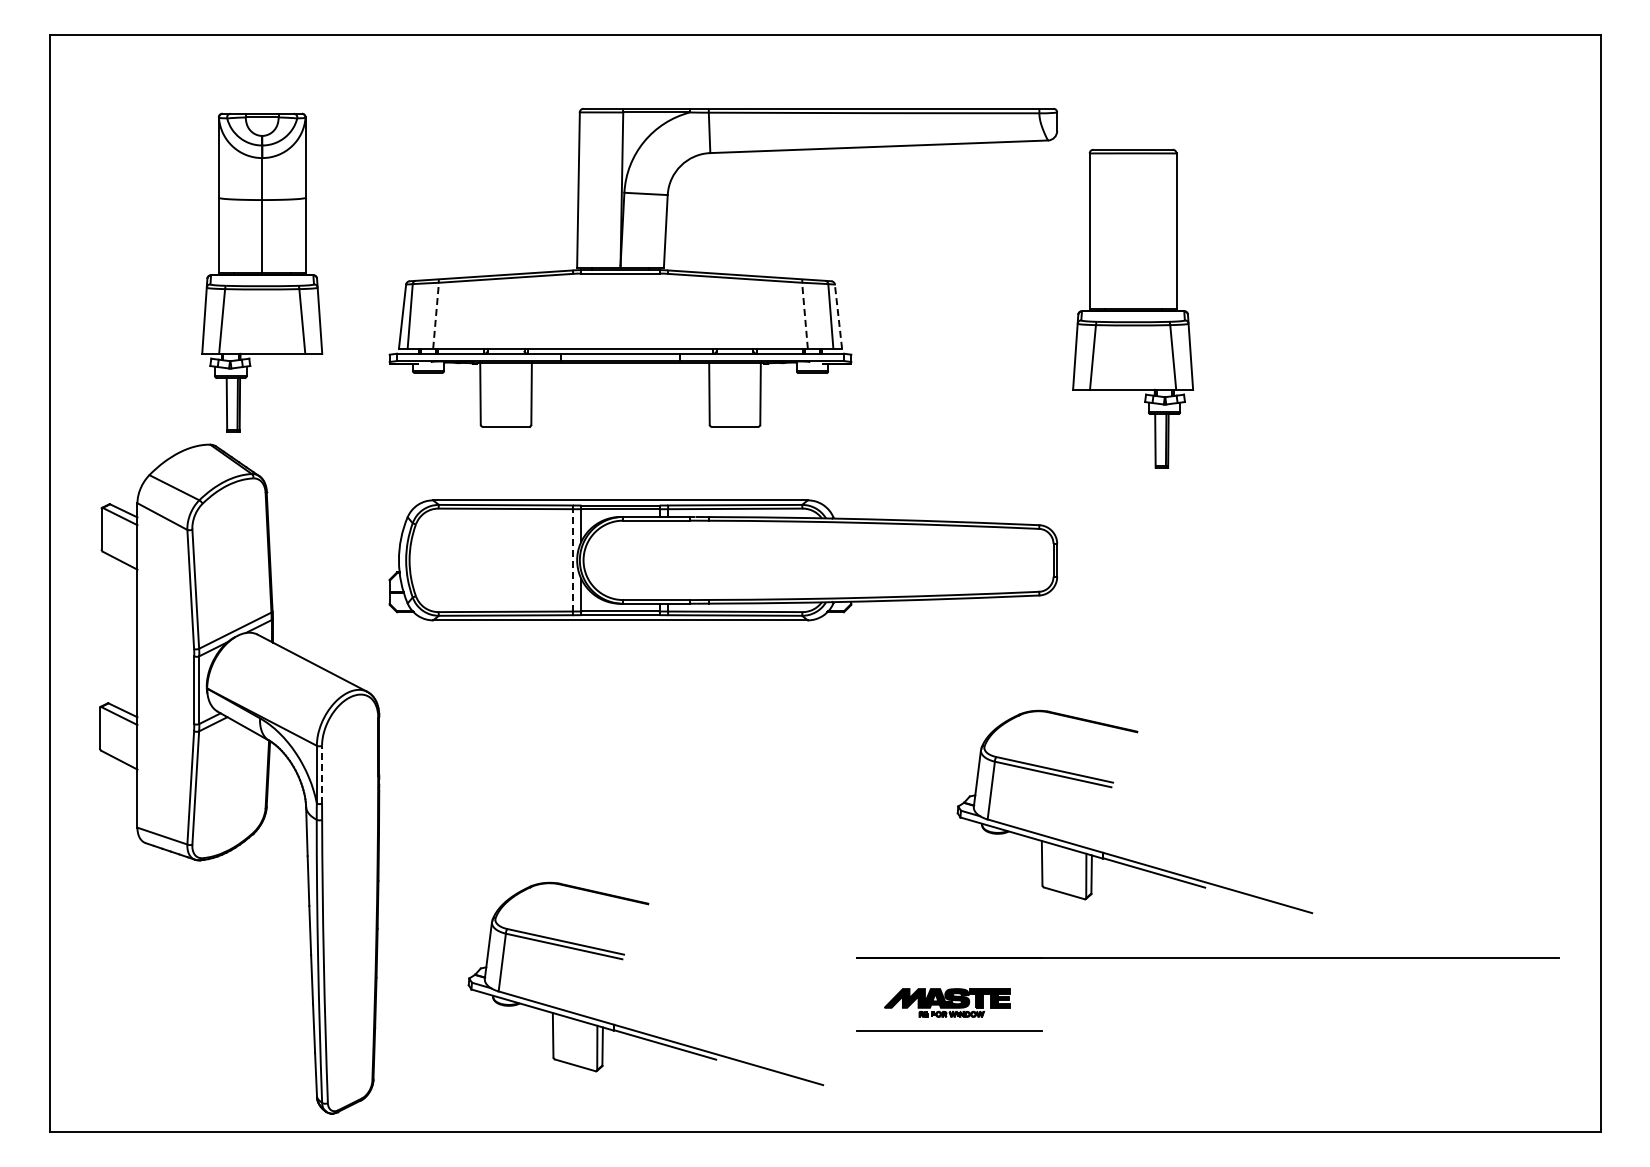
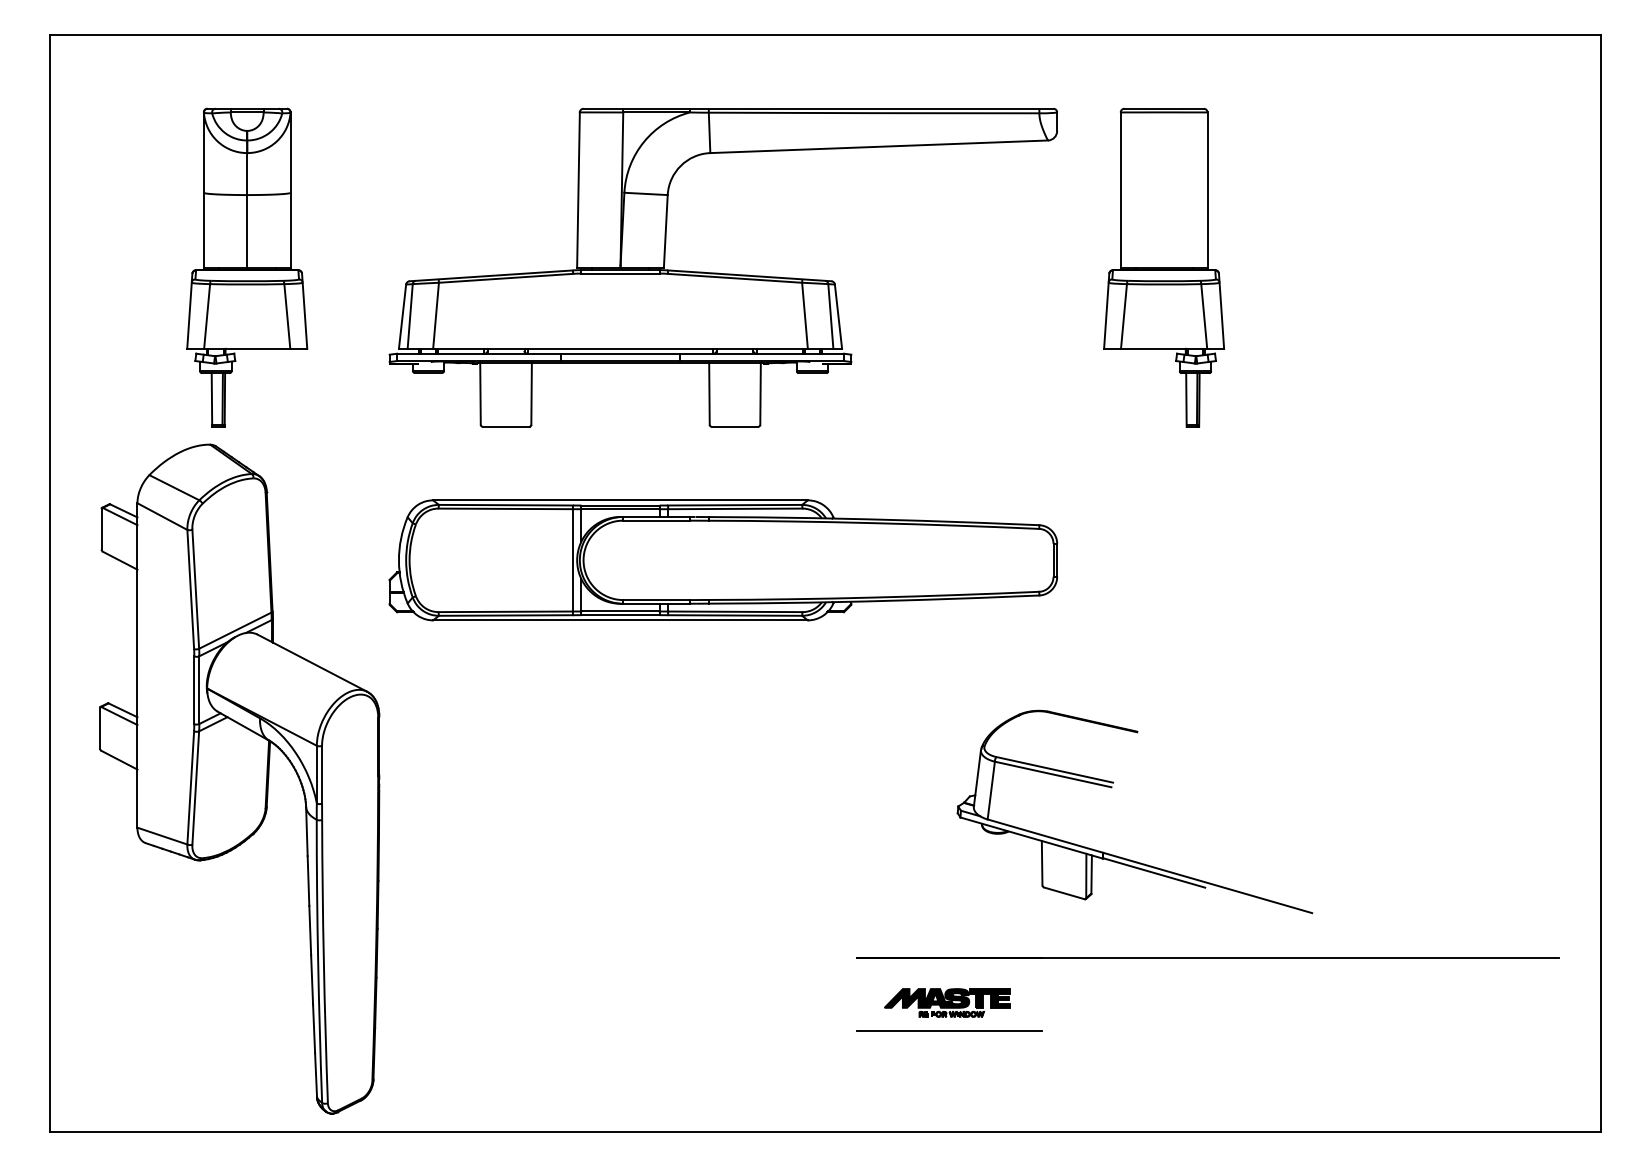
part at (262, 272) position: (262, 272) -> (247, 267)
part at (1132, 308) position: (1132, 308) -> (1163, 267)
line at (436, 315): dashed -> solid
line at (804, 315): dashed -> solid
line at (838, 316): dashed -> solid
line at (572, 559): dashed -> solid
line at (322, 774): dashed -> solid
part at (622, 960): present -> none
